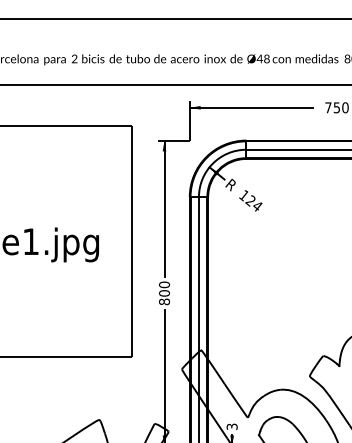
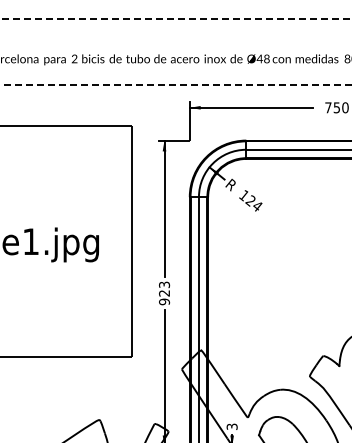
line at (176, 18): solid -> dashed
line at (175, 85): solid -> dashed
text at (164, 293): 800 -> 923
